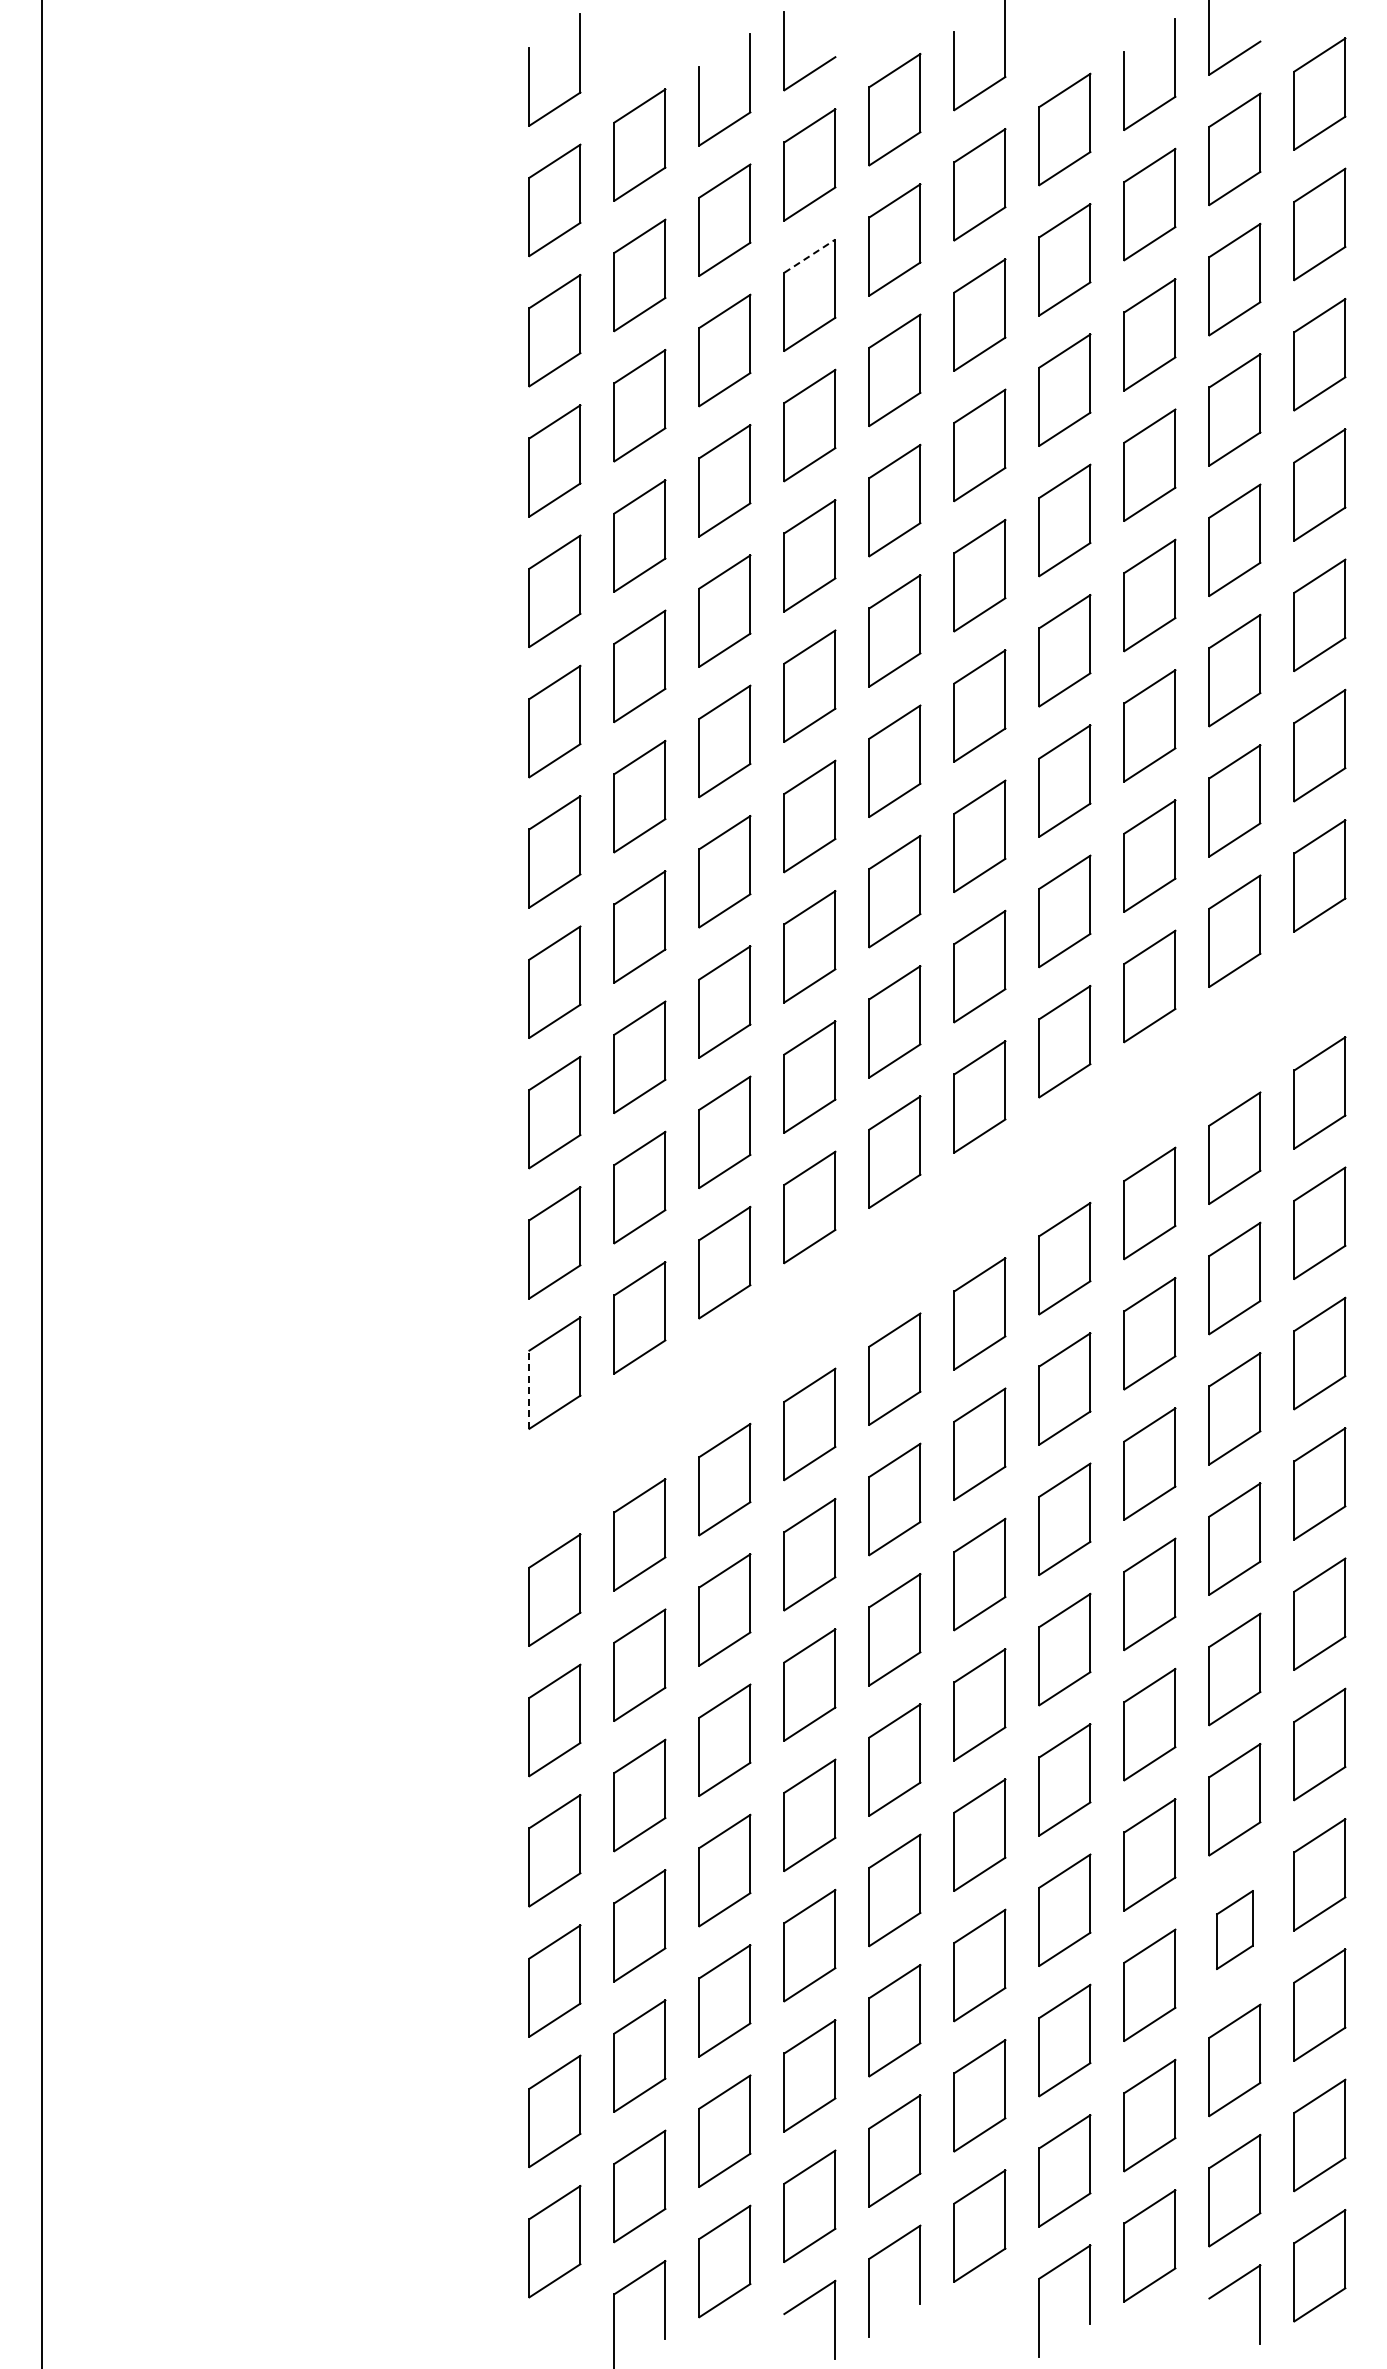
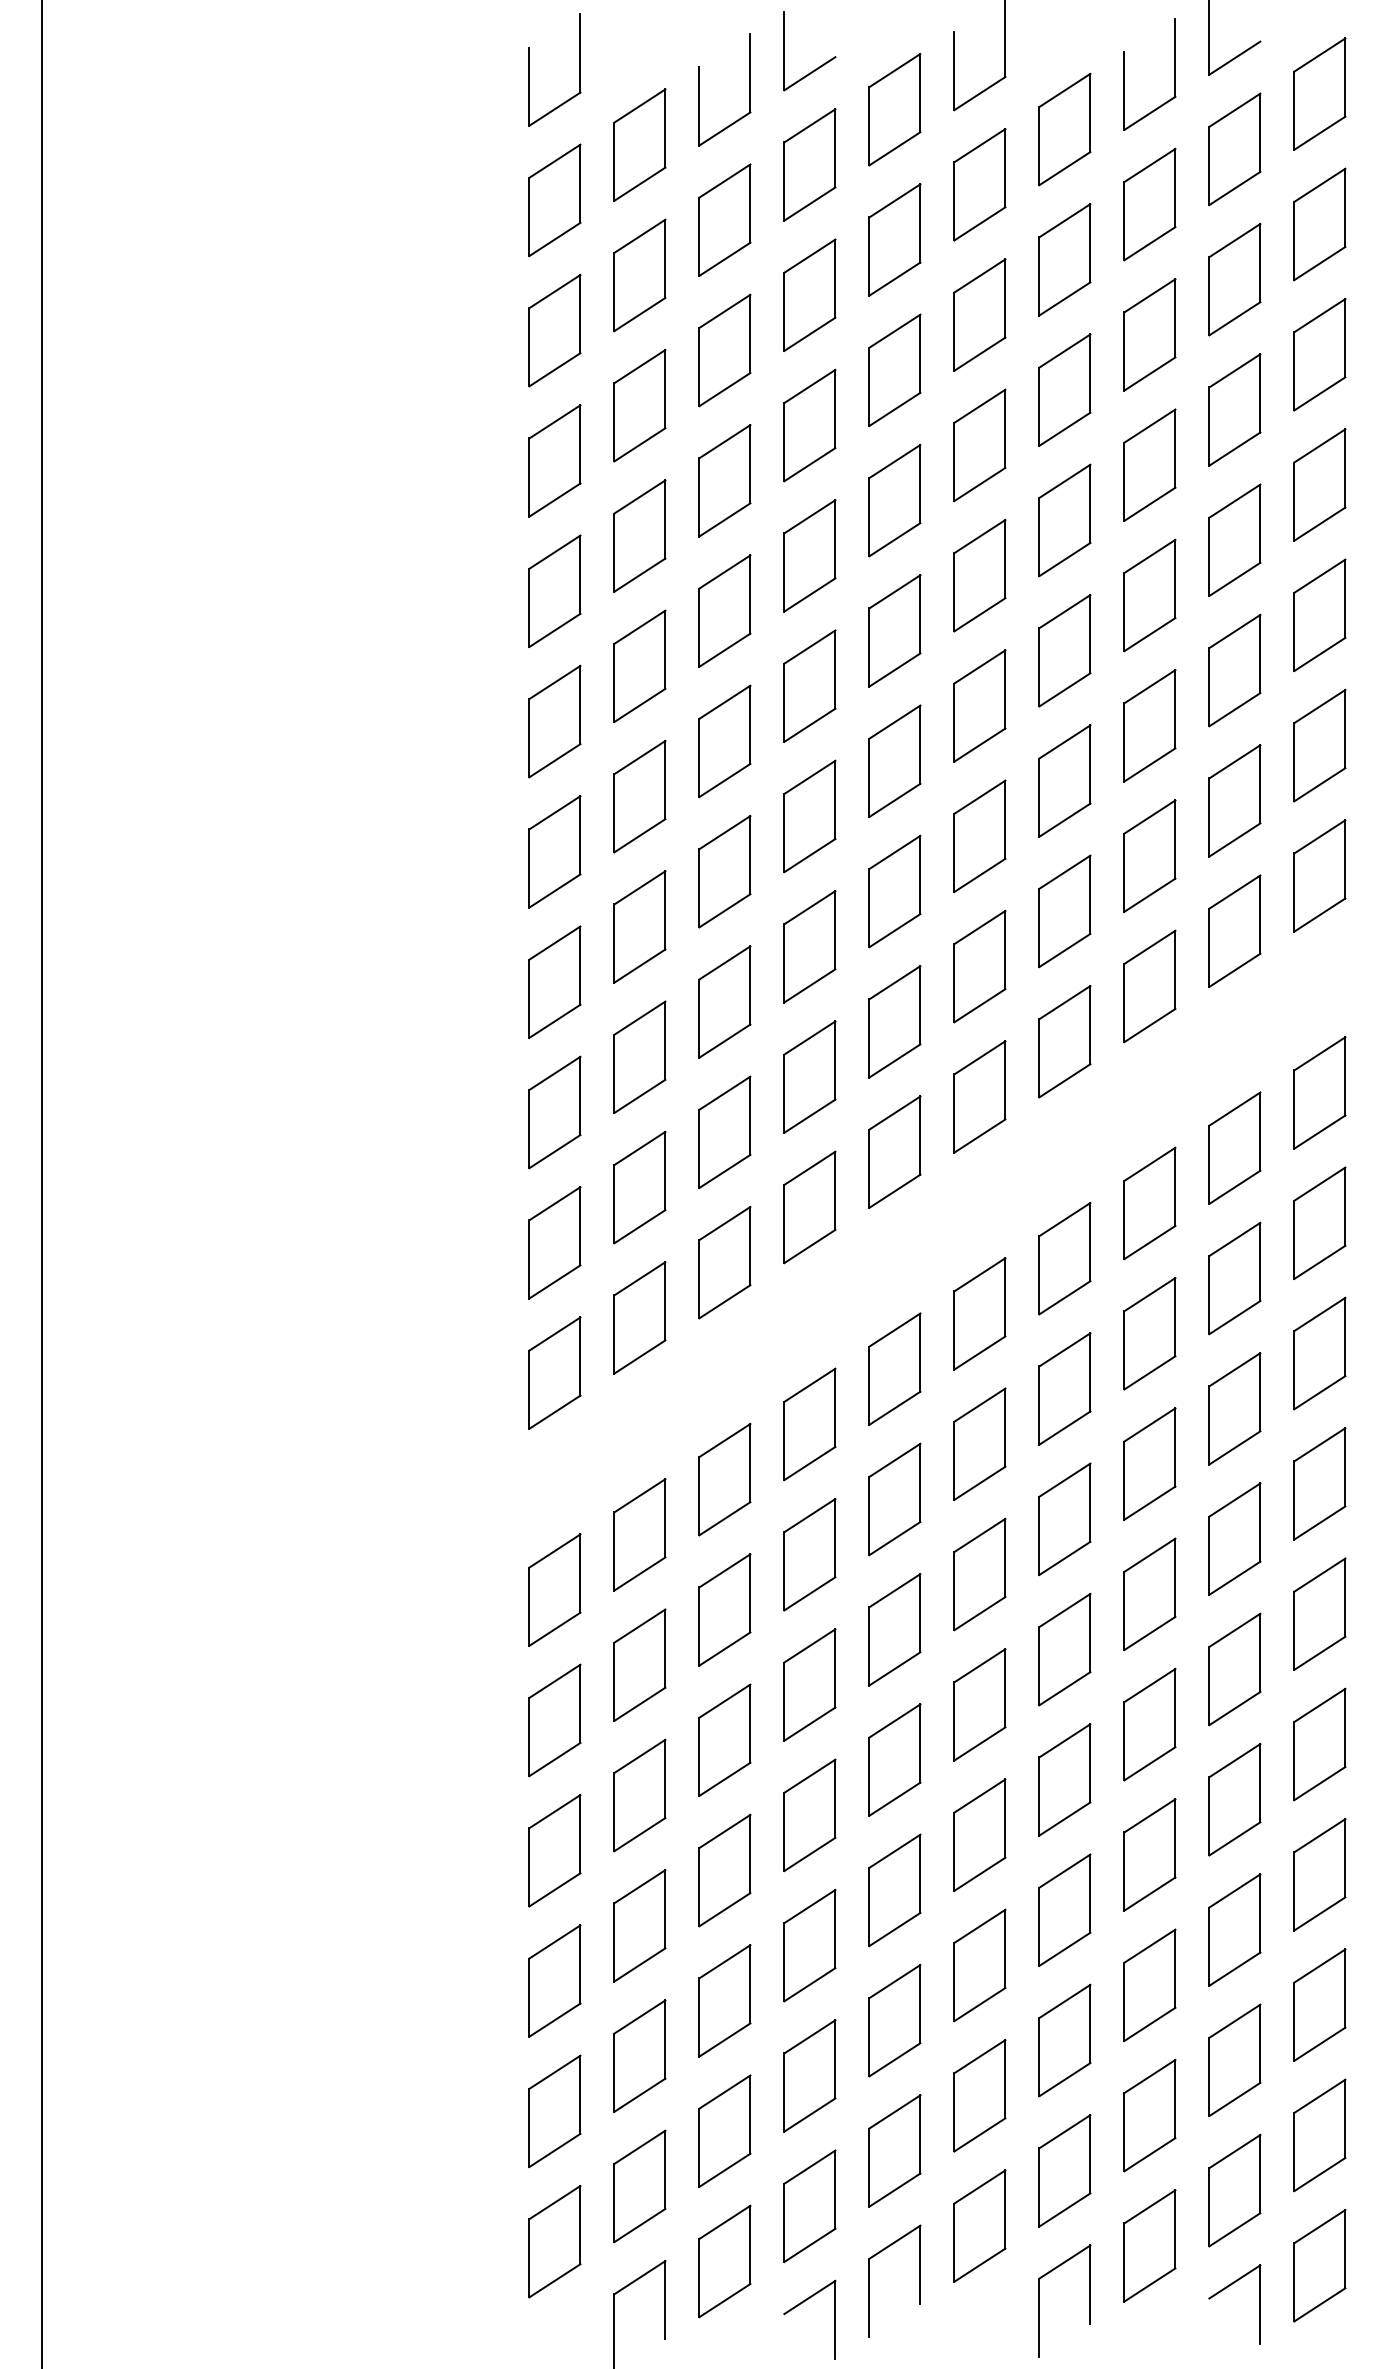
line at (810, 255): dashed -> solid
line at (529, 1389): dashed -> solid
part at (1234, 1929) size: 38x80 px -> 54x114 px
